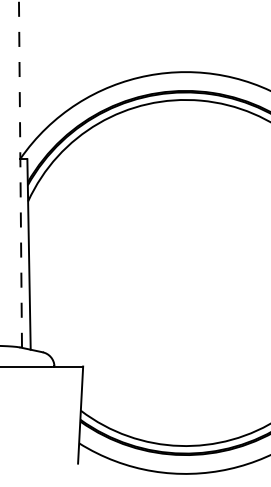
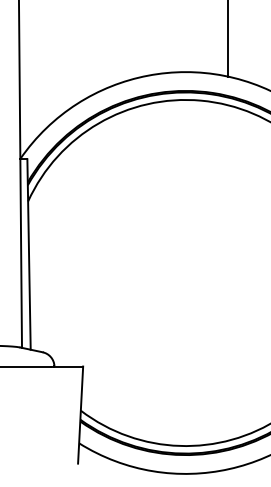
line at (228, 39): none -> present
line at (20, 173): dashed -> solid
